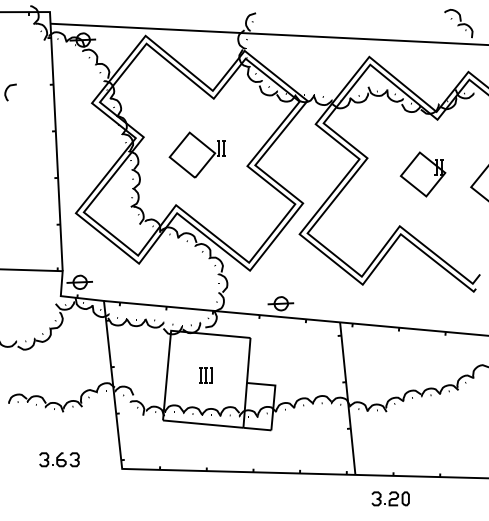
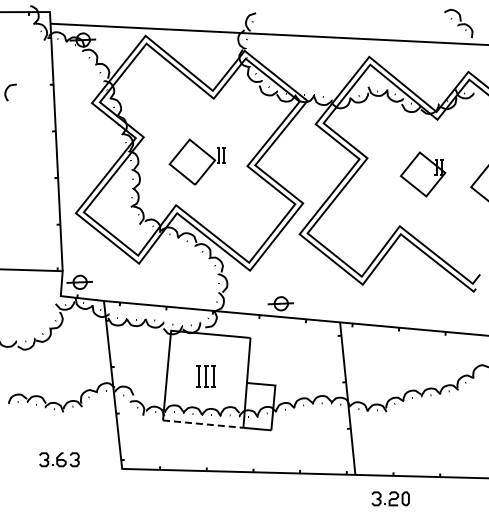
part at (196, 154) position: (196, 154) -> (196, 161)
part at (205, 375) size: 14x17 px -> 20x23 px
line at (203, 424): solid -> dashed
